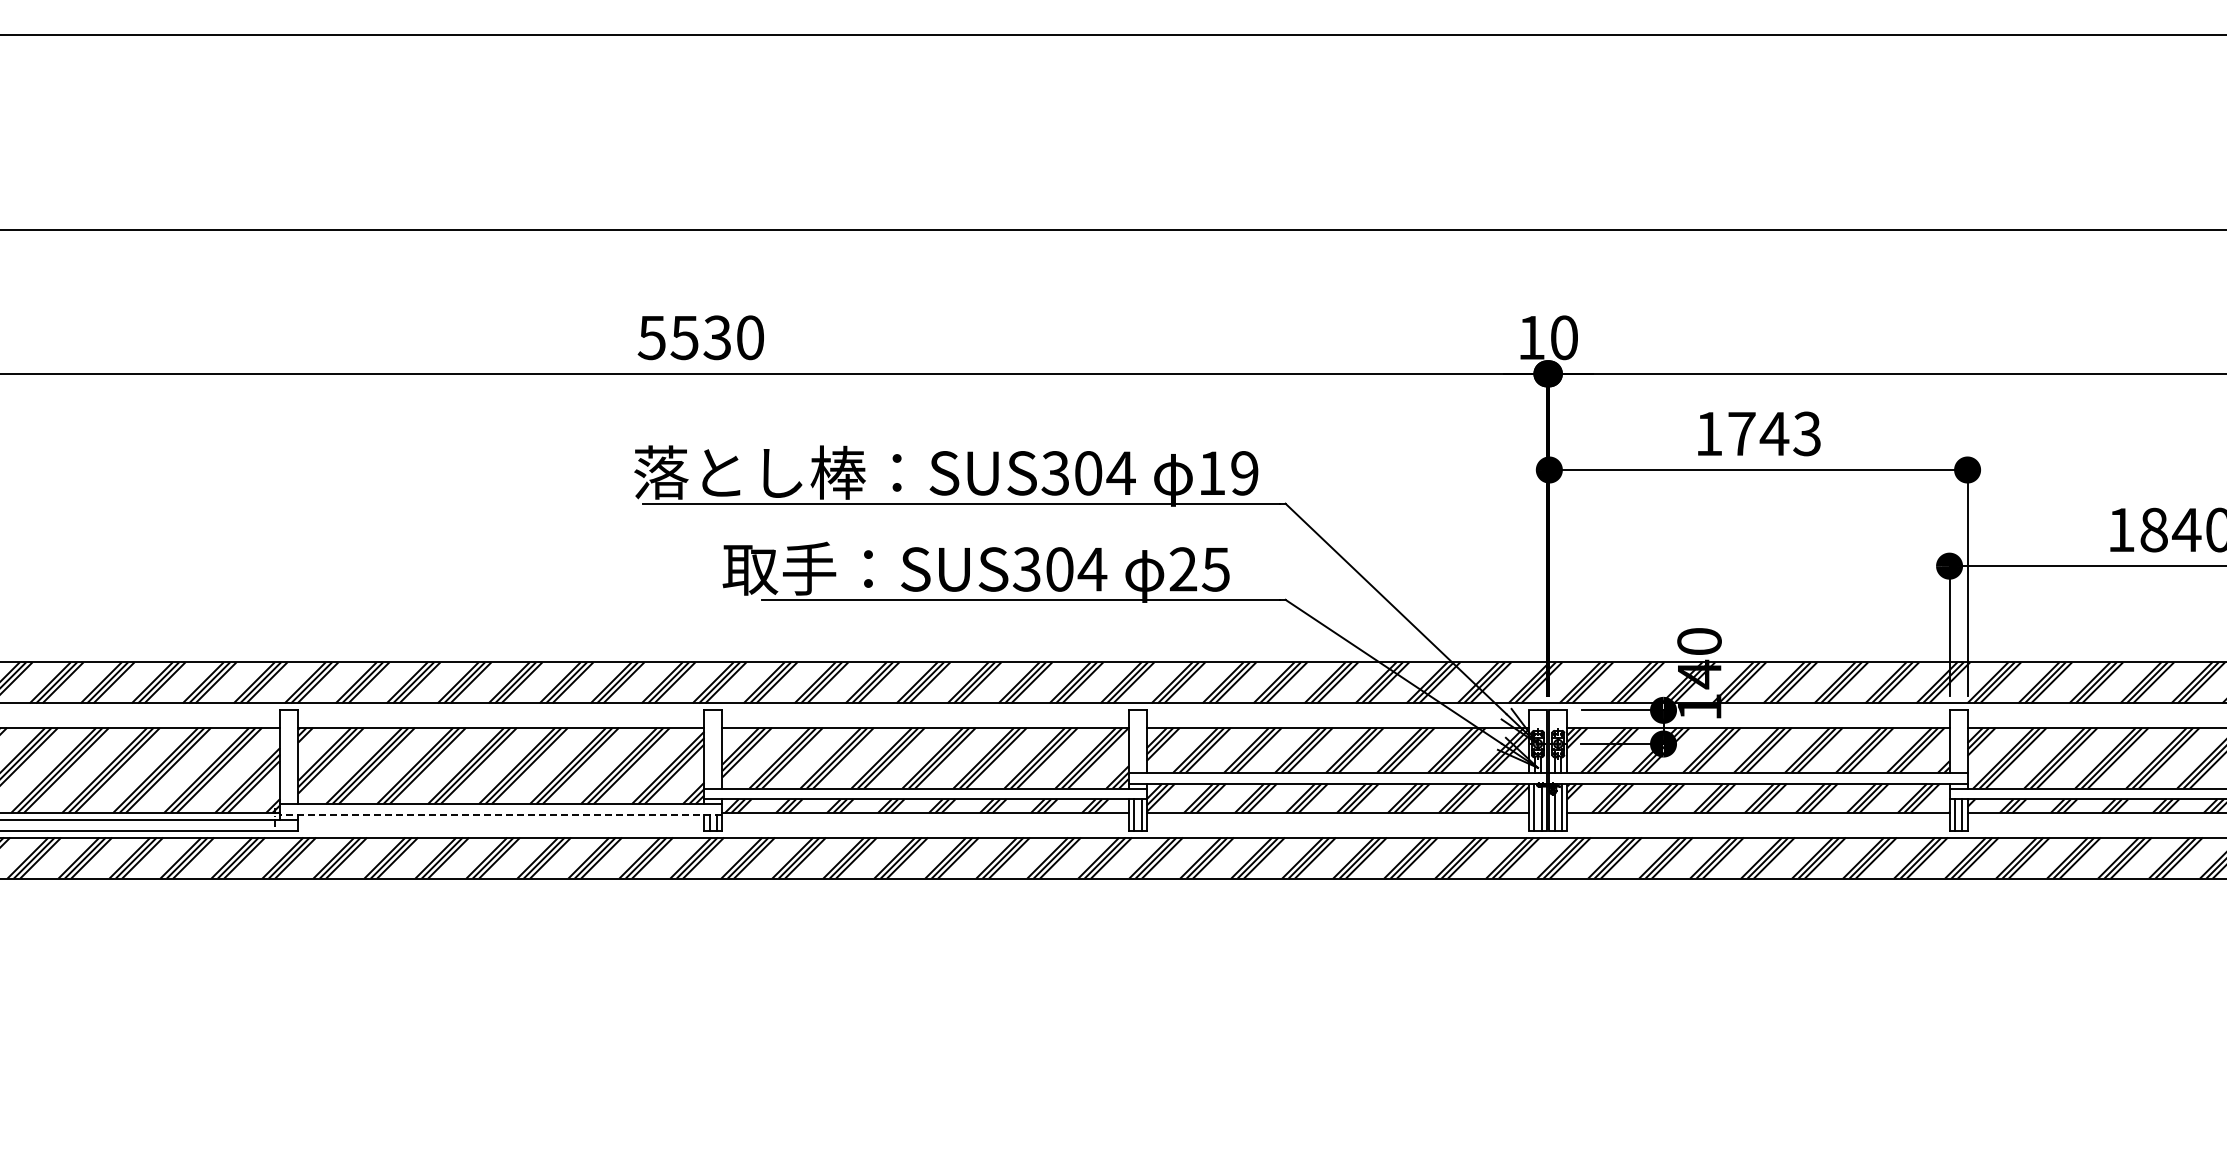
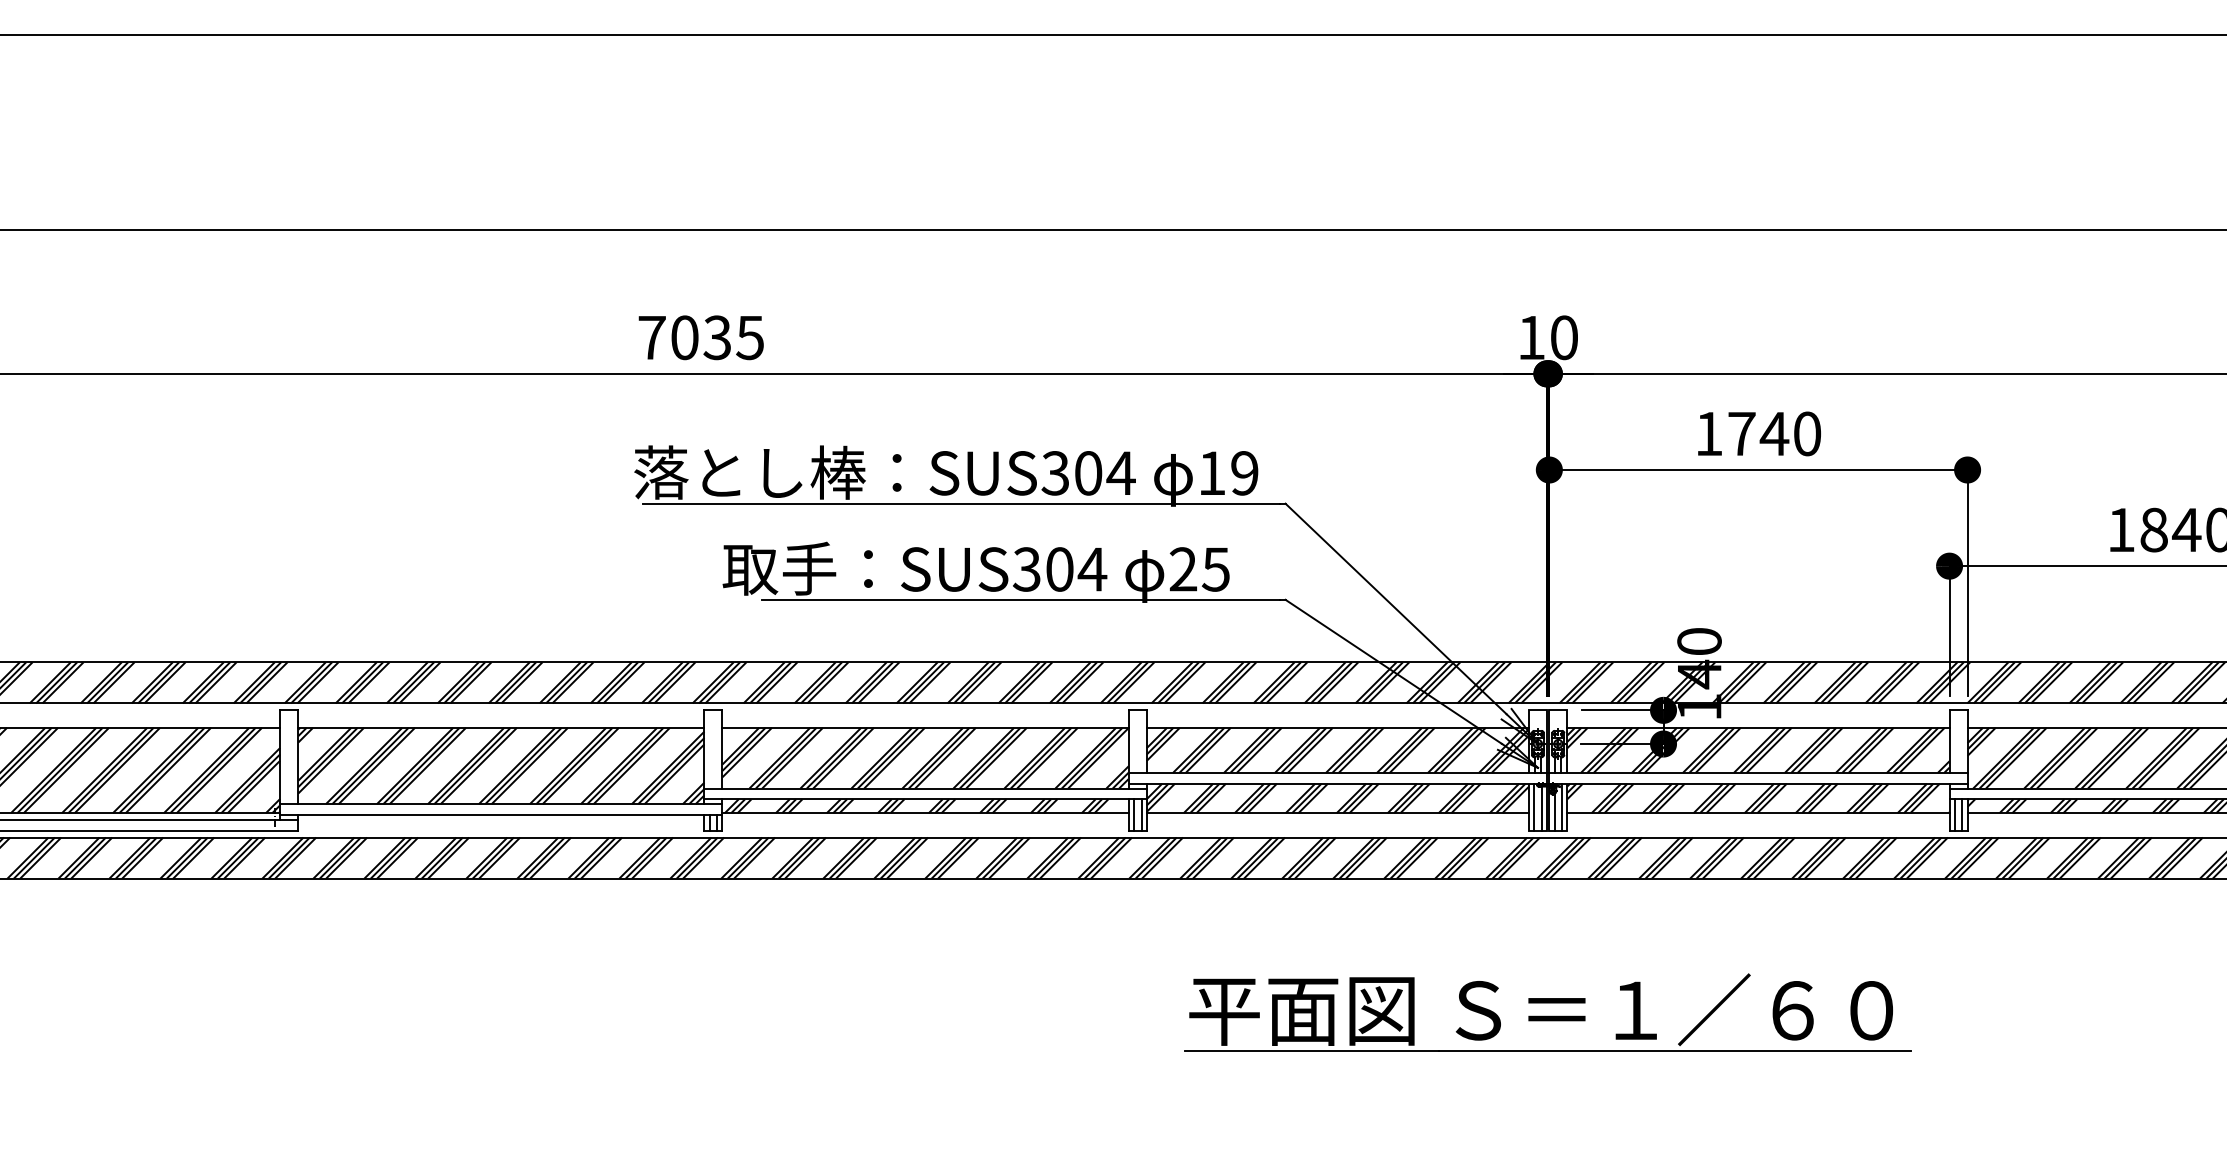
text at (700, 337): 5530 -> 7035
text at (1807, 433): 1743 -> 1740
line at (500, 814): dashed -> solid
part at (1547, 1012): none -> present
